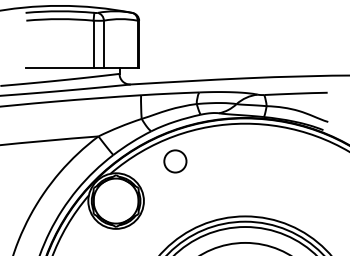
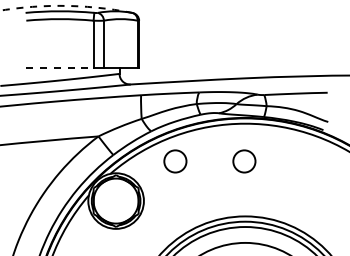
arc at (65, 6): solid -> dashed
line at (59, 68): solid -> dashed
circle at (244, 161): none -> present
